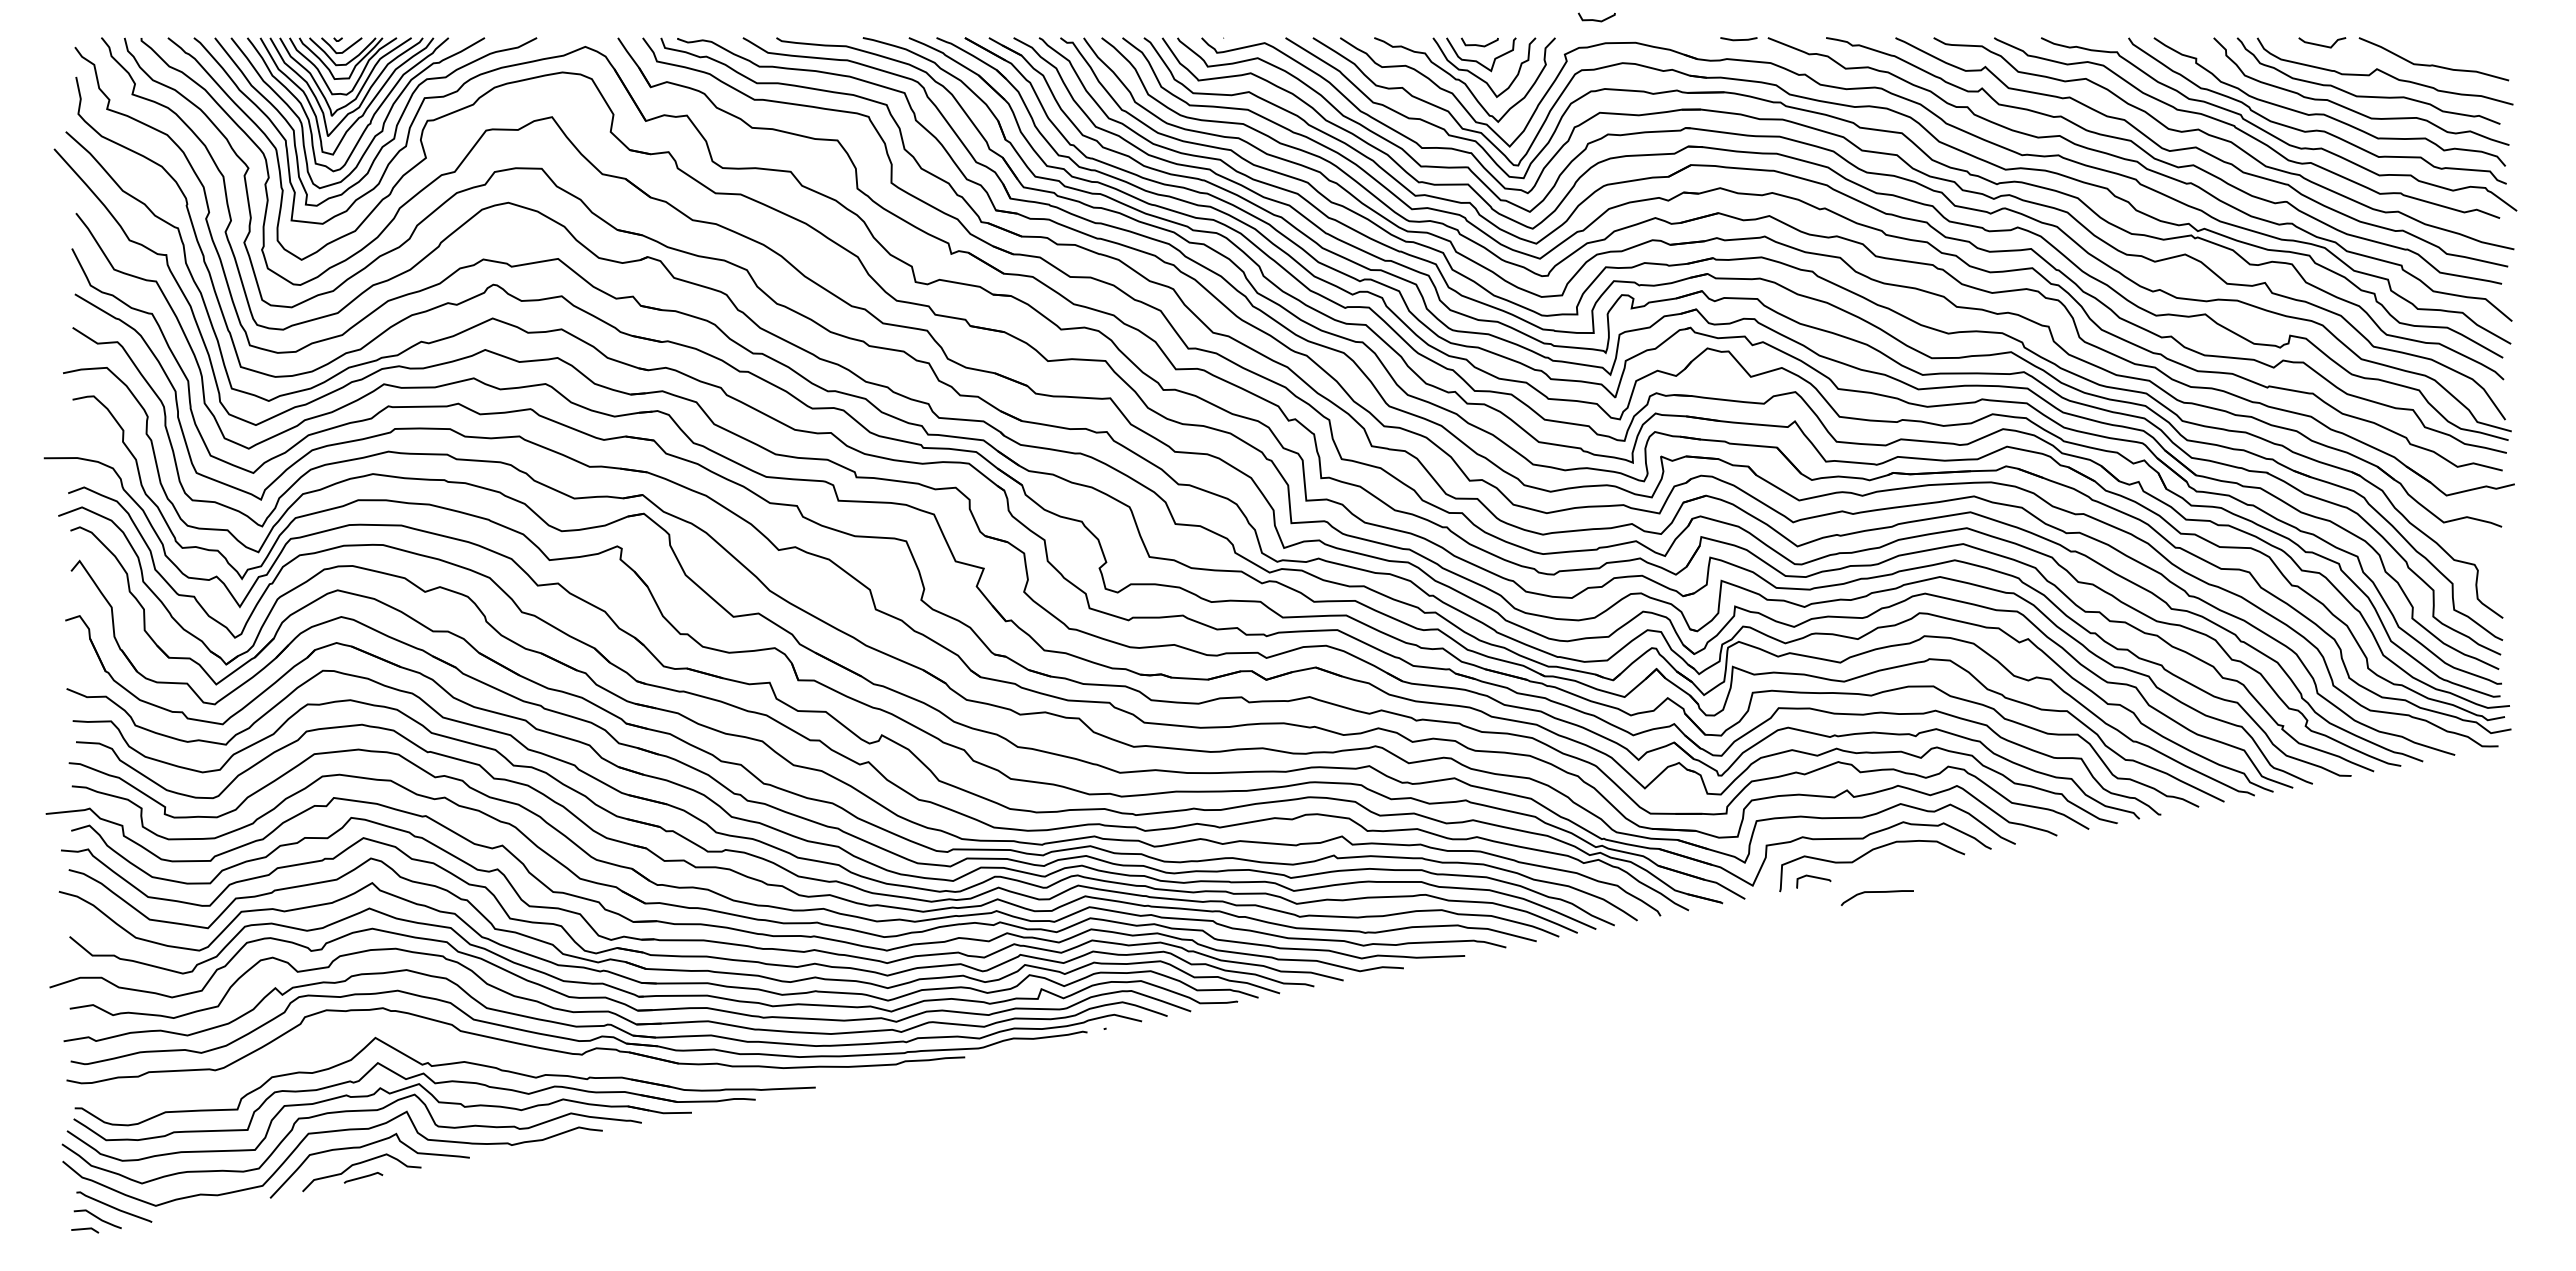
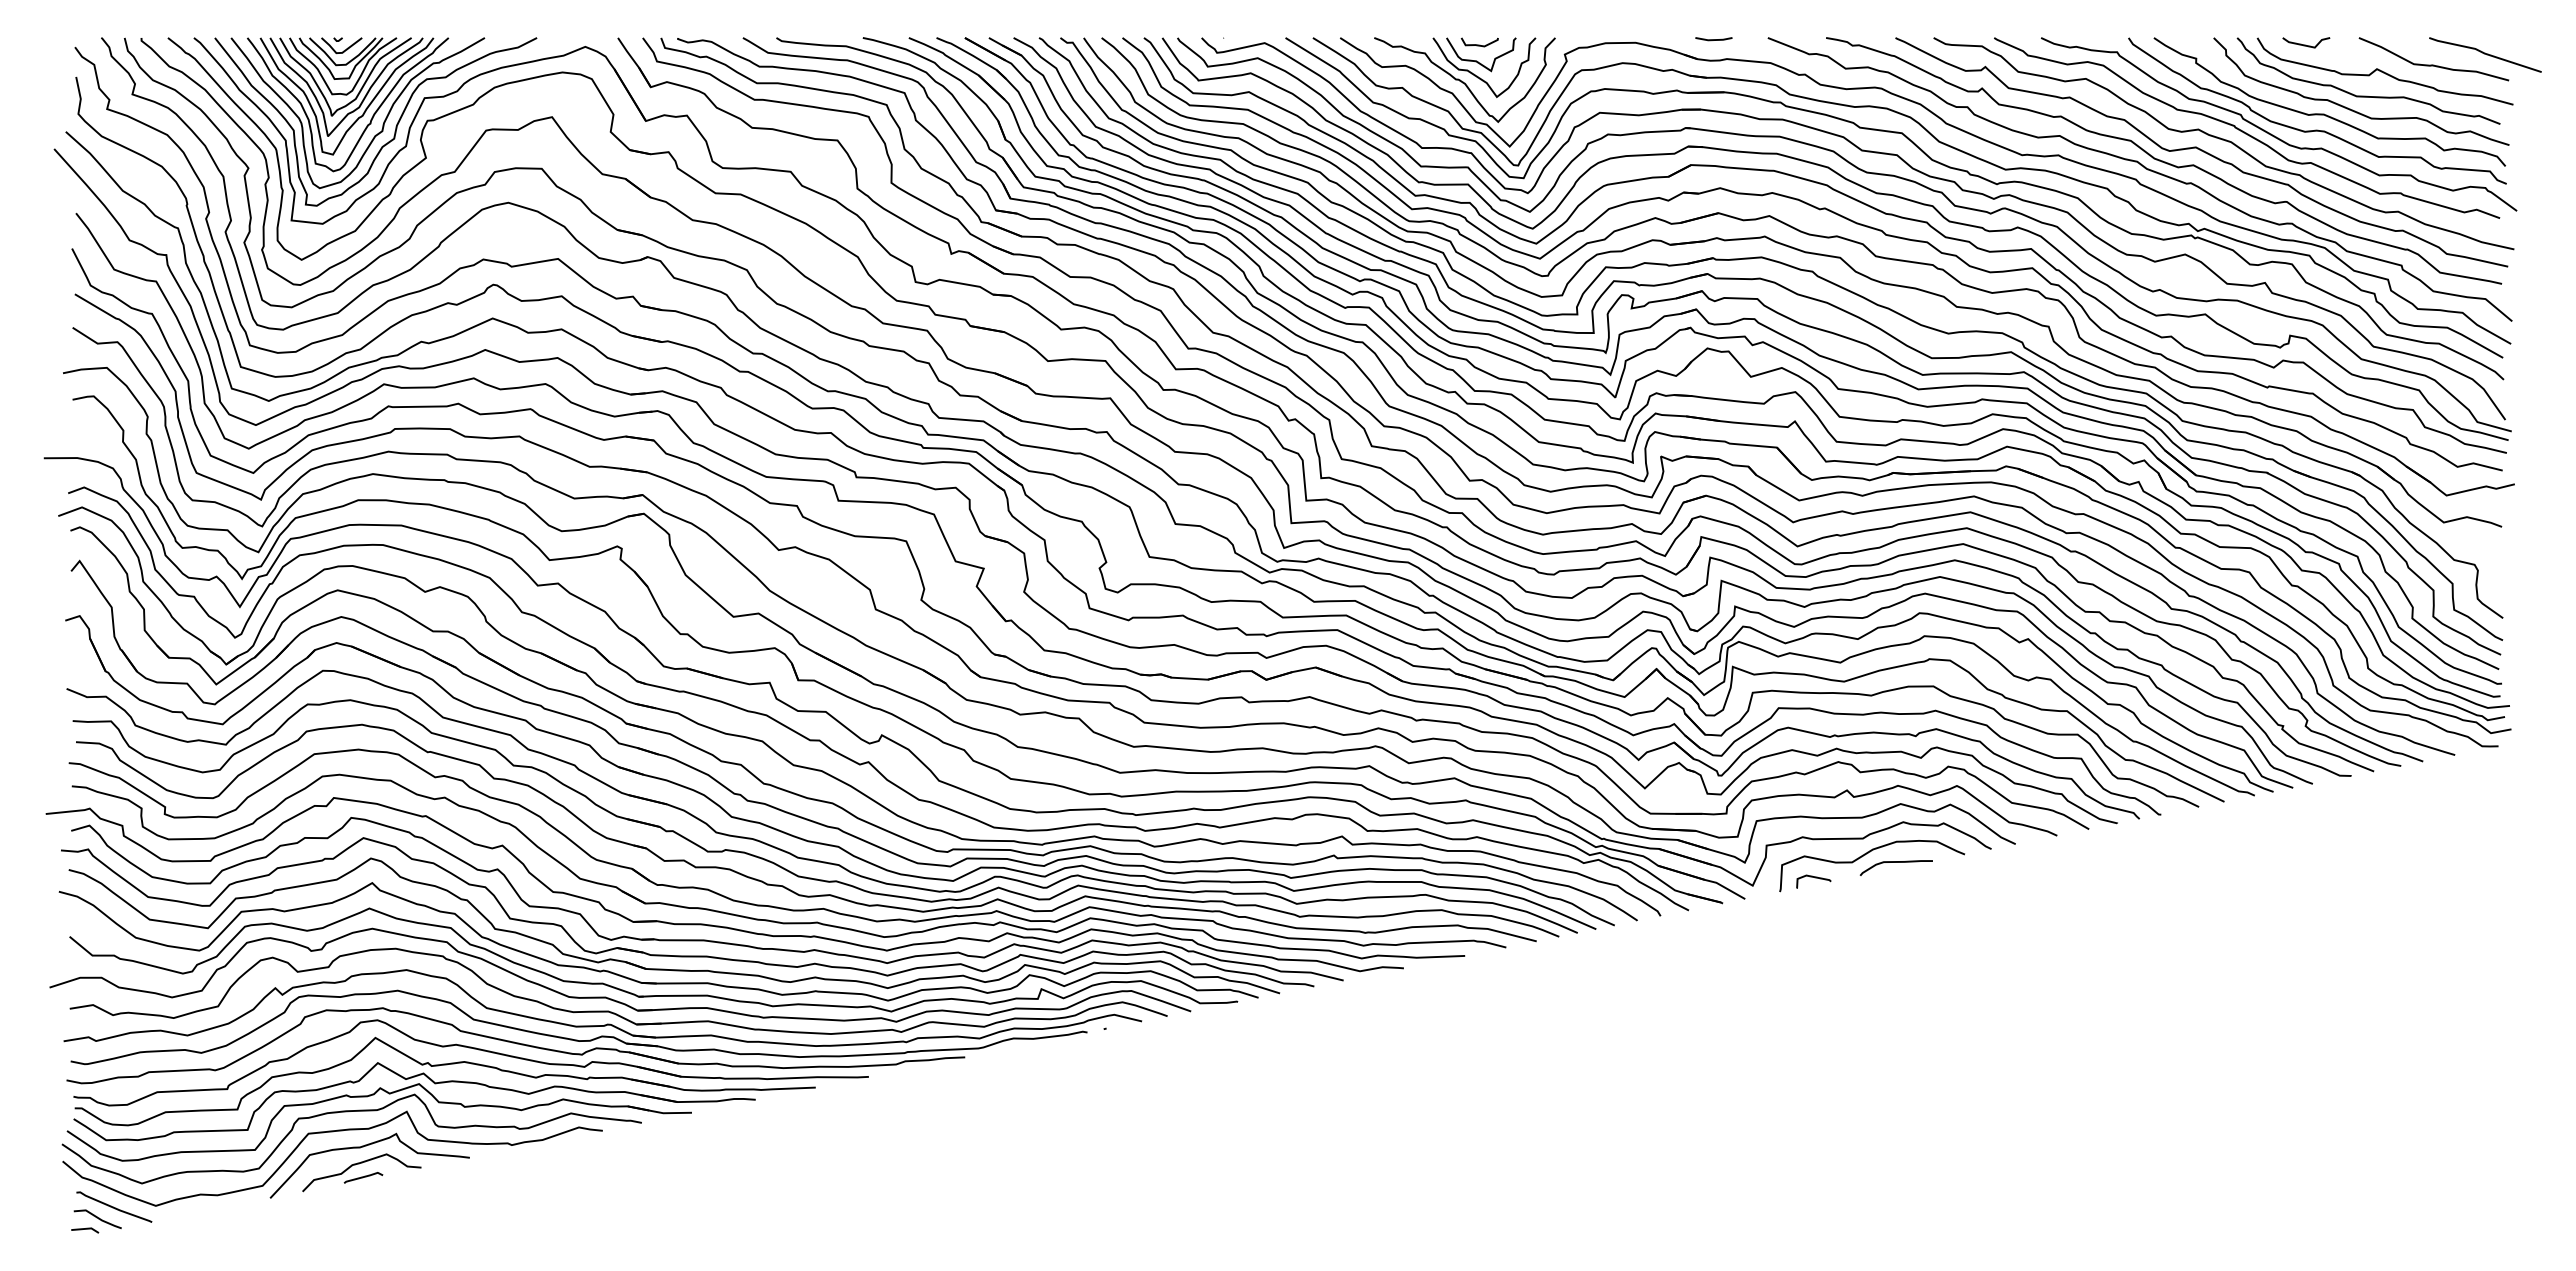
curve at (1596, 19): present -> none
line at (1738, 39) position: (1738, 39) -> (1713, 39)
line at (2321, 44) position: (2321, 44) -> (2305, 44)
line at (2485, 54): none -> present
curve at (1876, 892) position: (1876, 892) -> (1895, 862)
part at (473, 1049): none -> present
